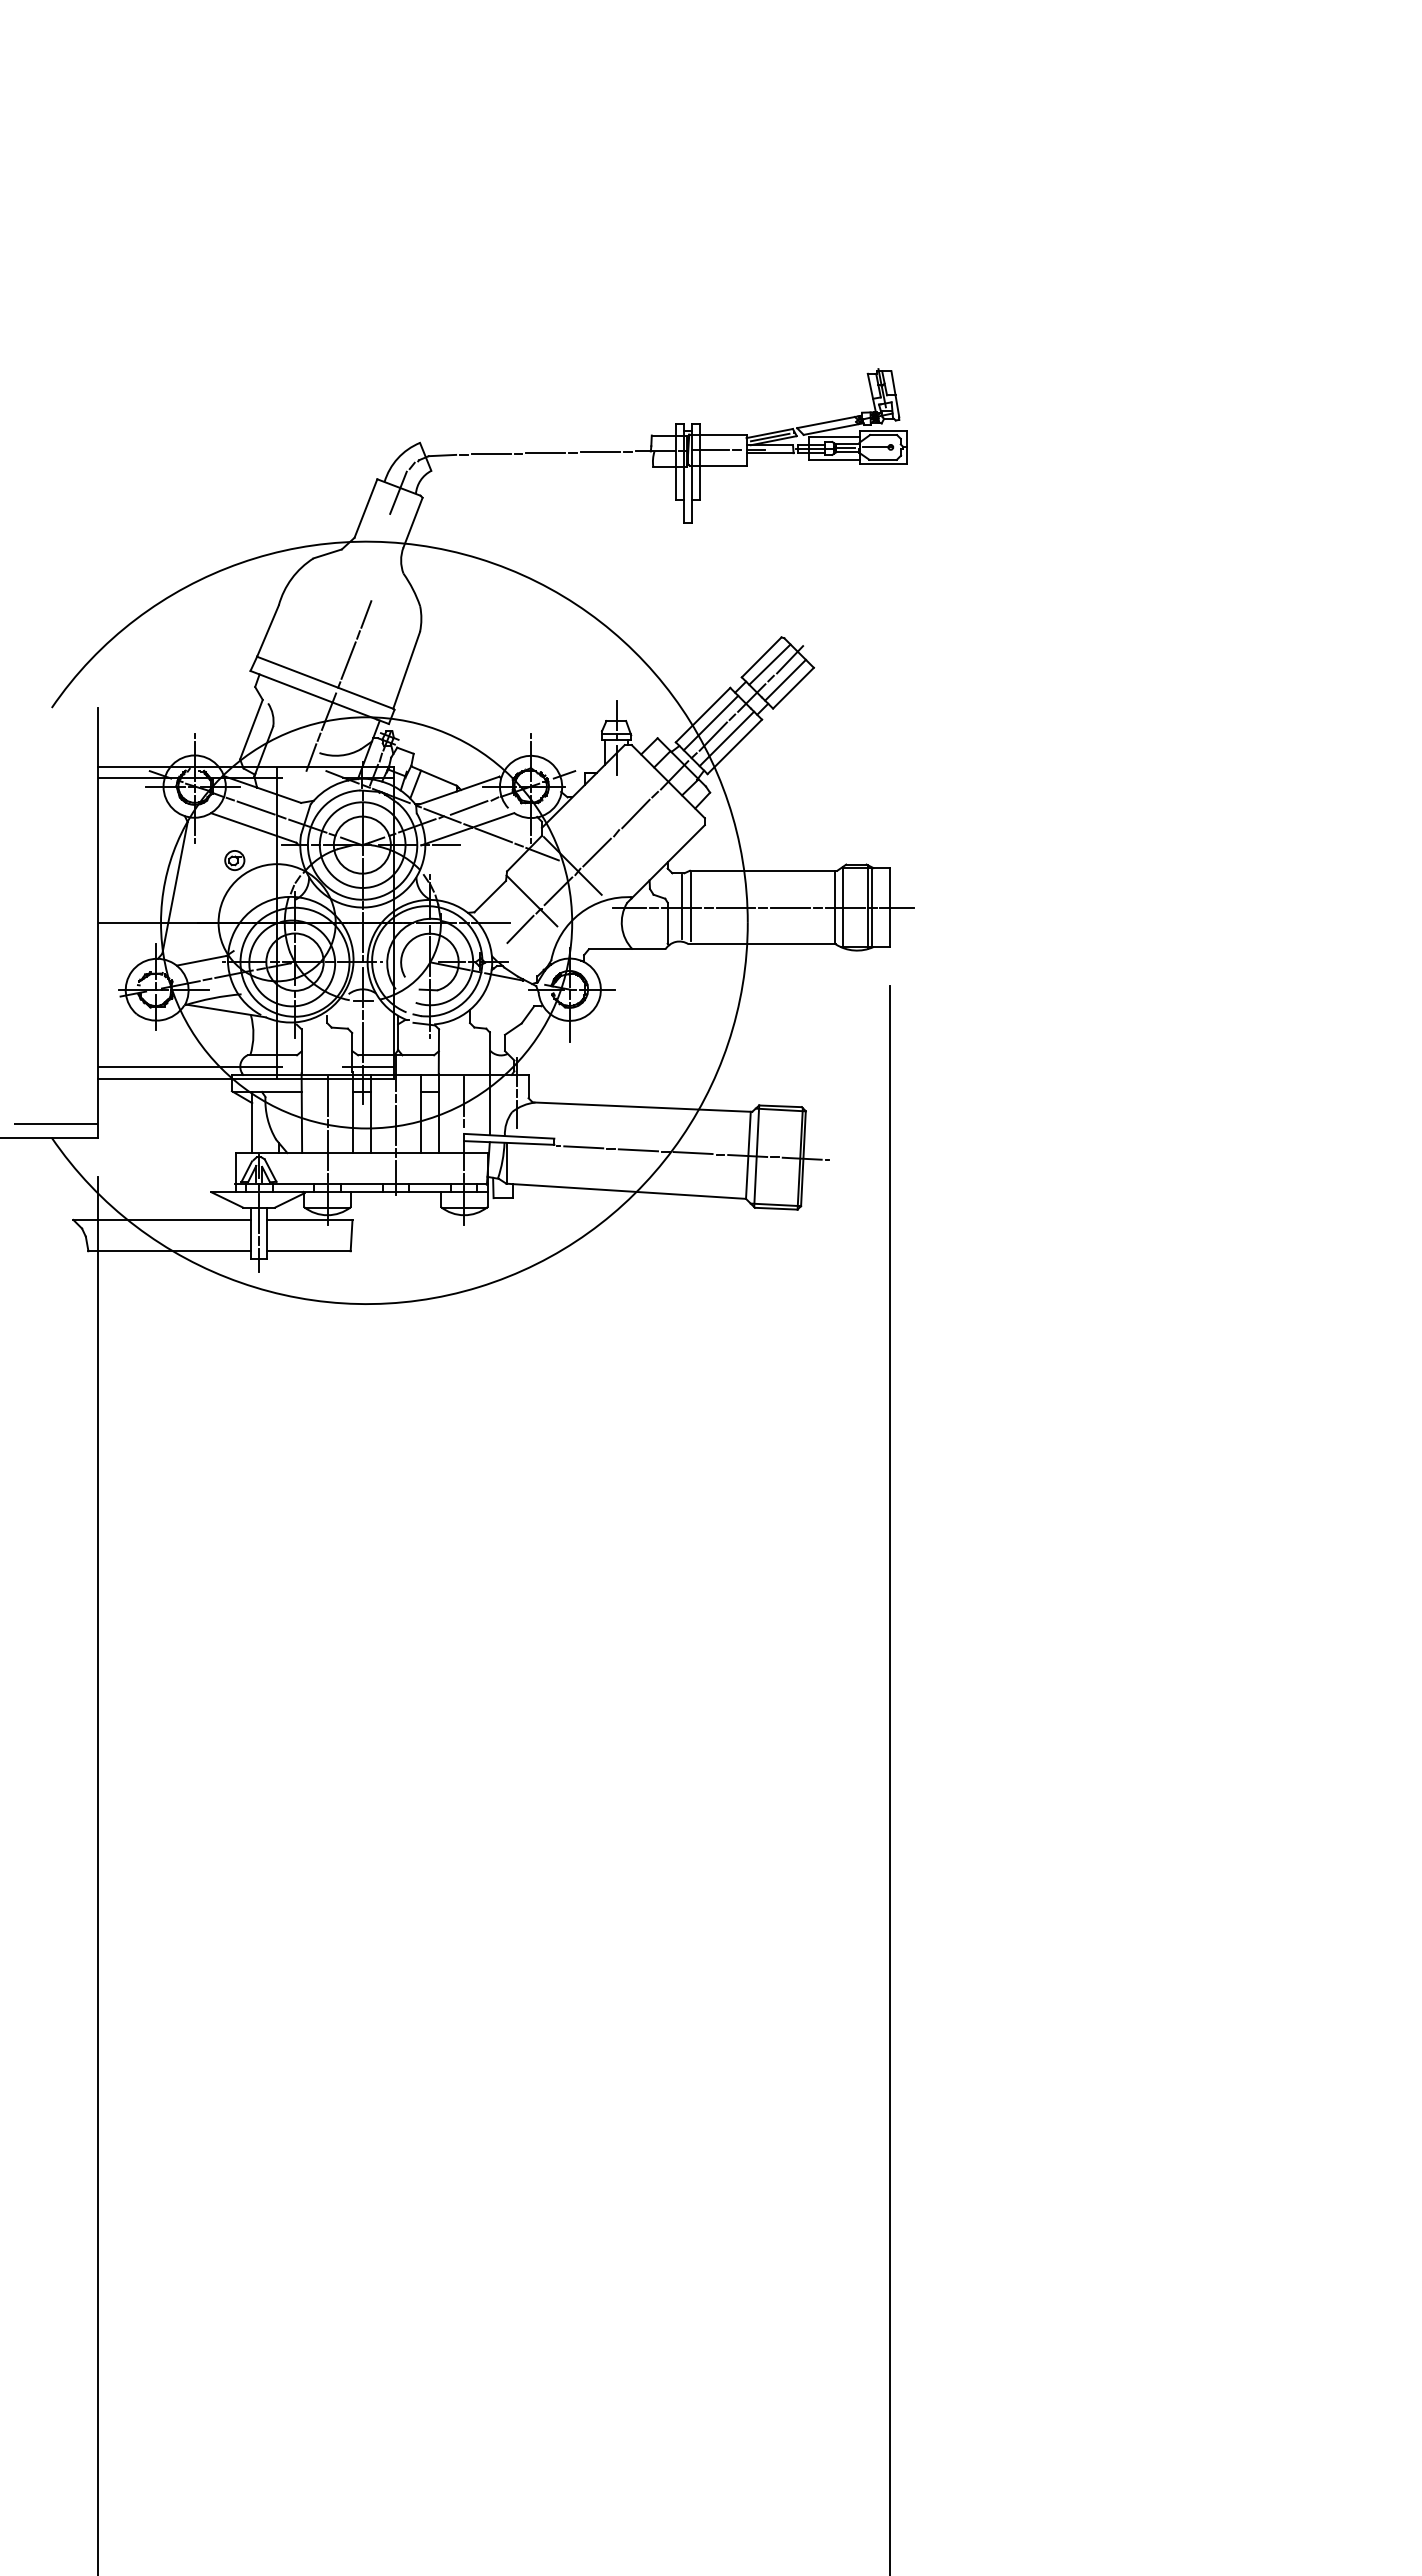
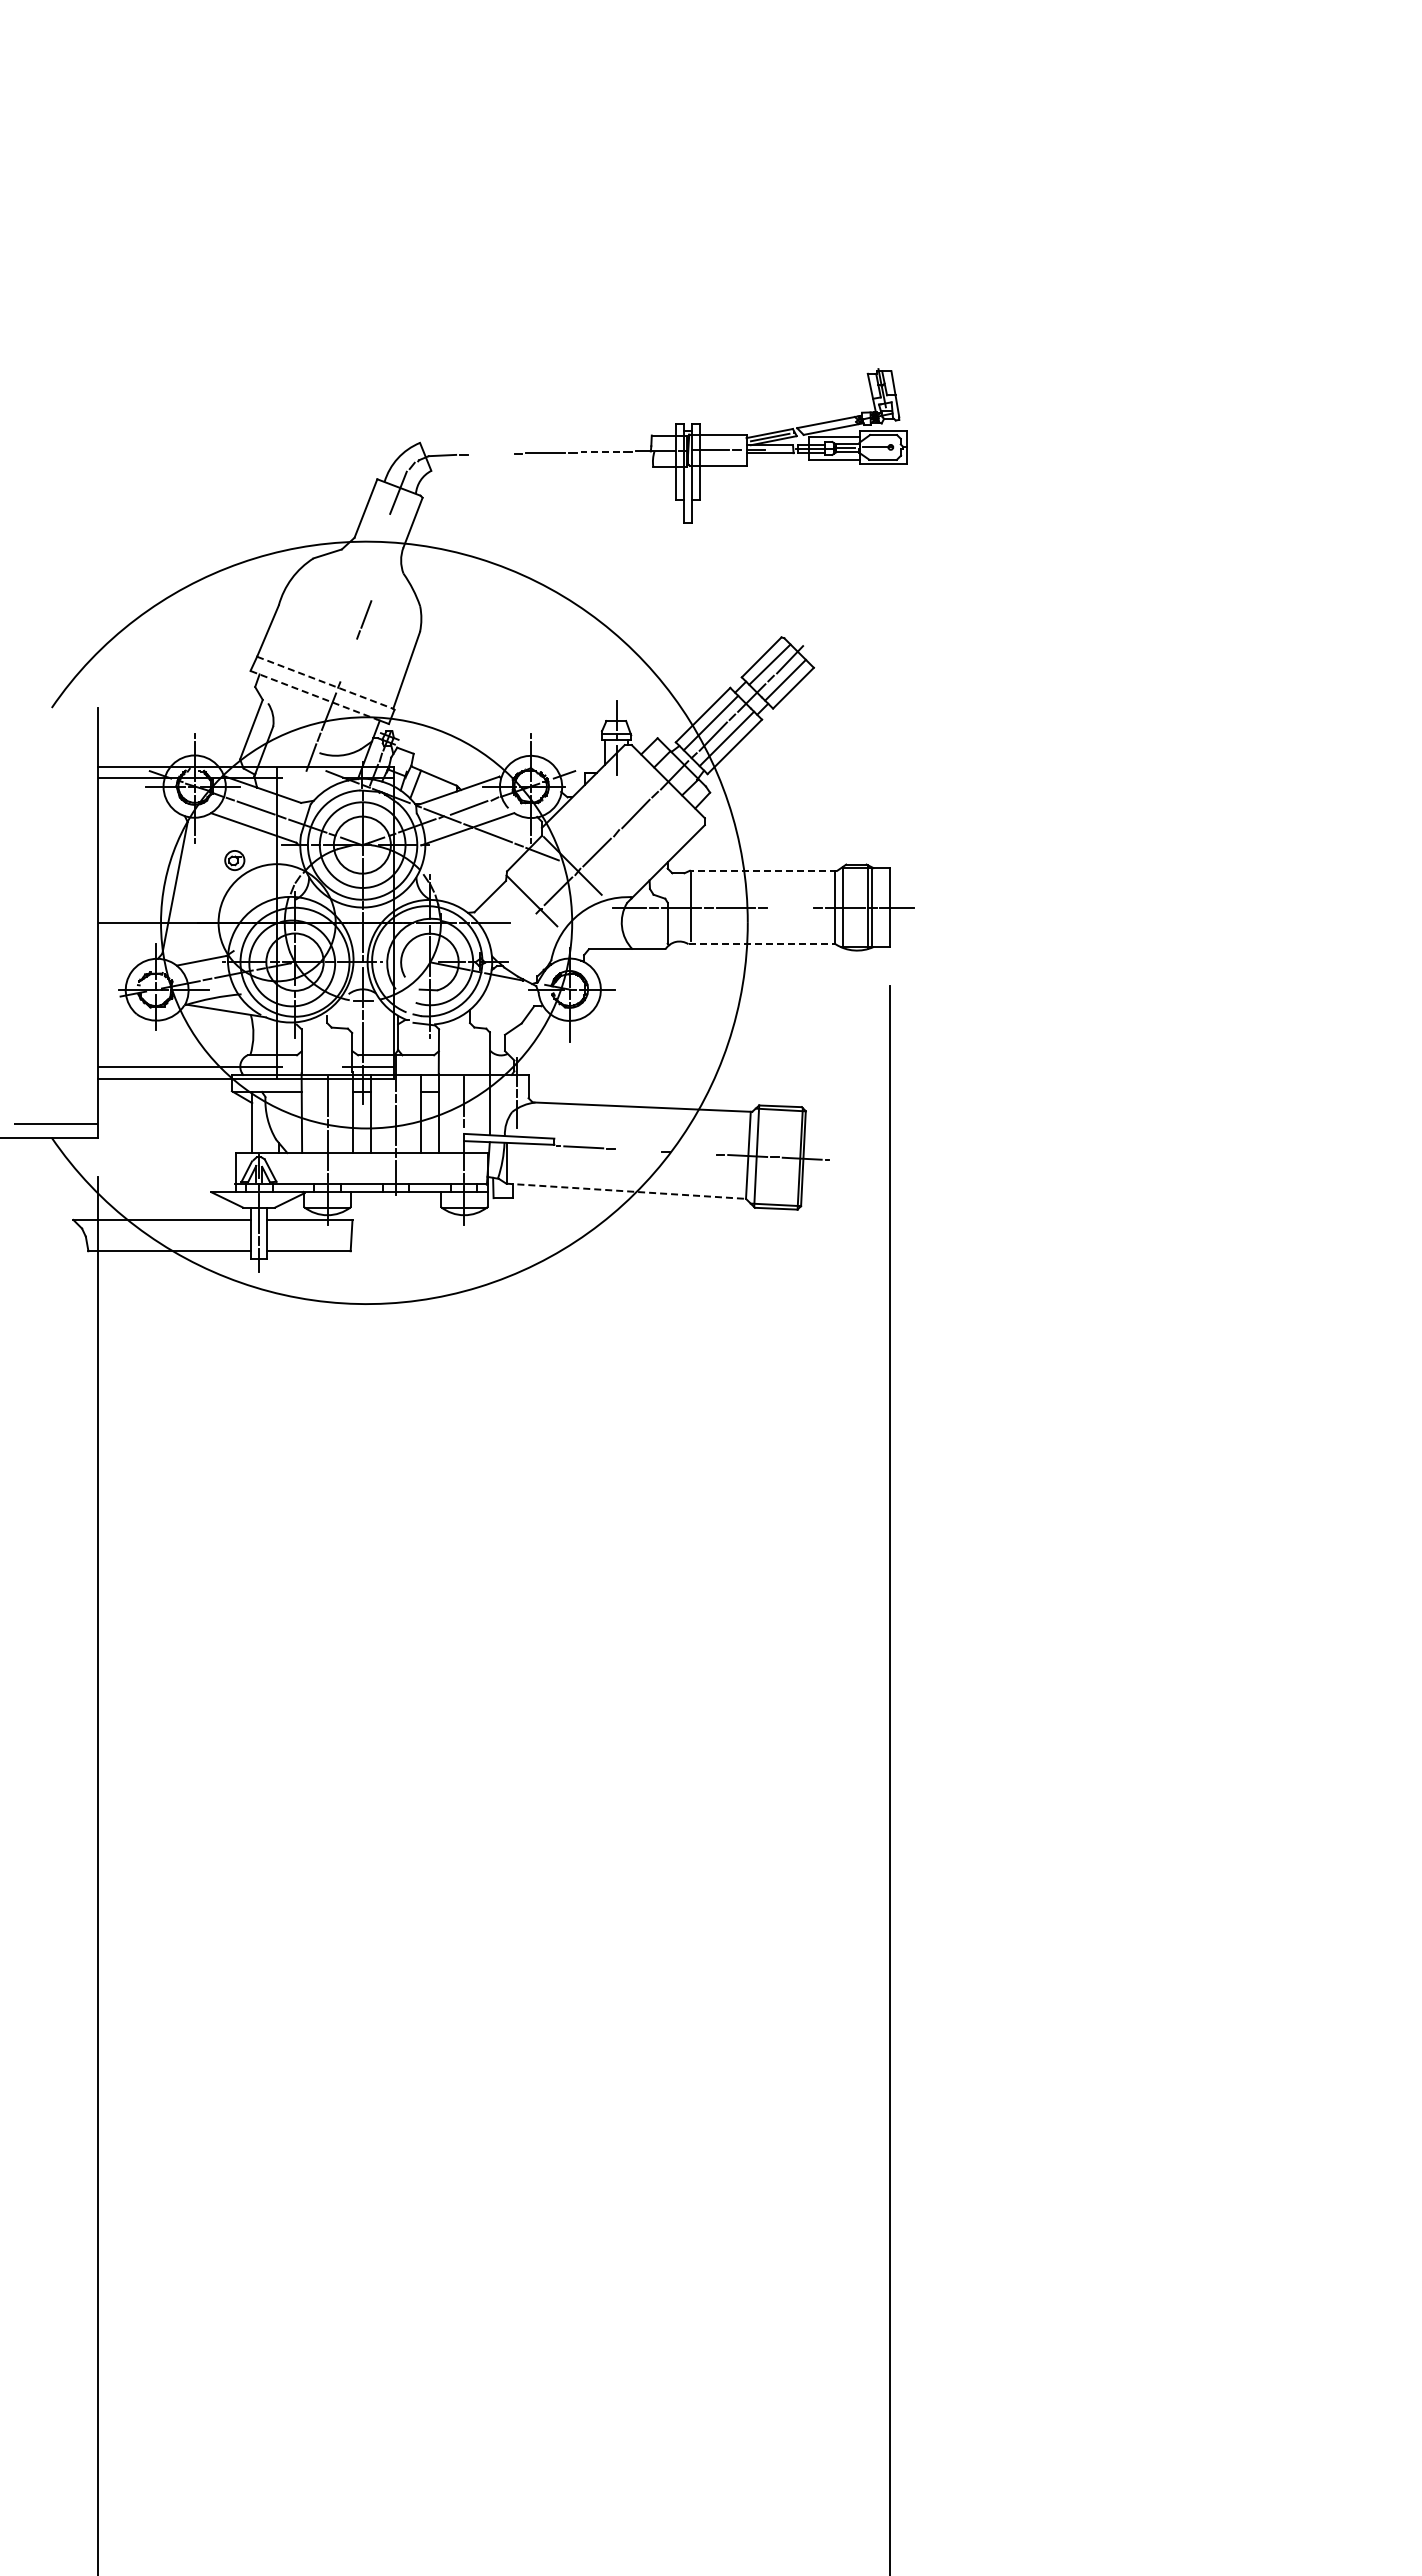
line at (600, 452): solid -> dashed
line at (490, 454): present -> none
line at (348, 660): present -> none
line at (325, 683): solid -> dashed
line at (313, 695): solid -> dashed
line at (446, 845): present -> none
line at (763, 870): solid -> dashed
line at (682, 906): present -> none
line at (790, 907): present -> none
line at (520, 928): present -> none
line at (762, 944): solid -> dashed
line at (638, 1150): present -> none
line at (692, 1153): present -> none
line at (626, 1191): solid -> dashed
